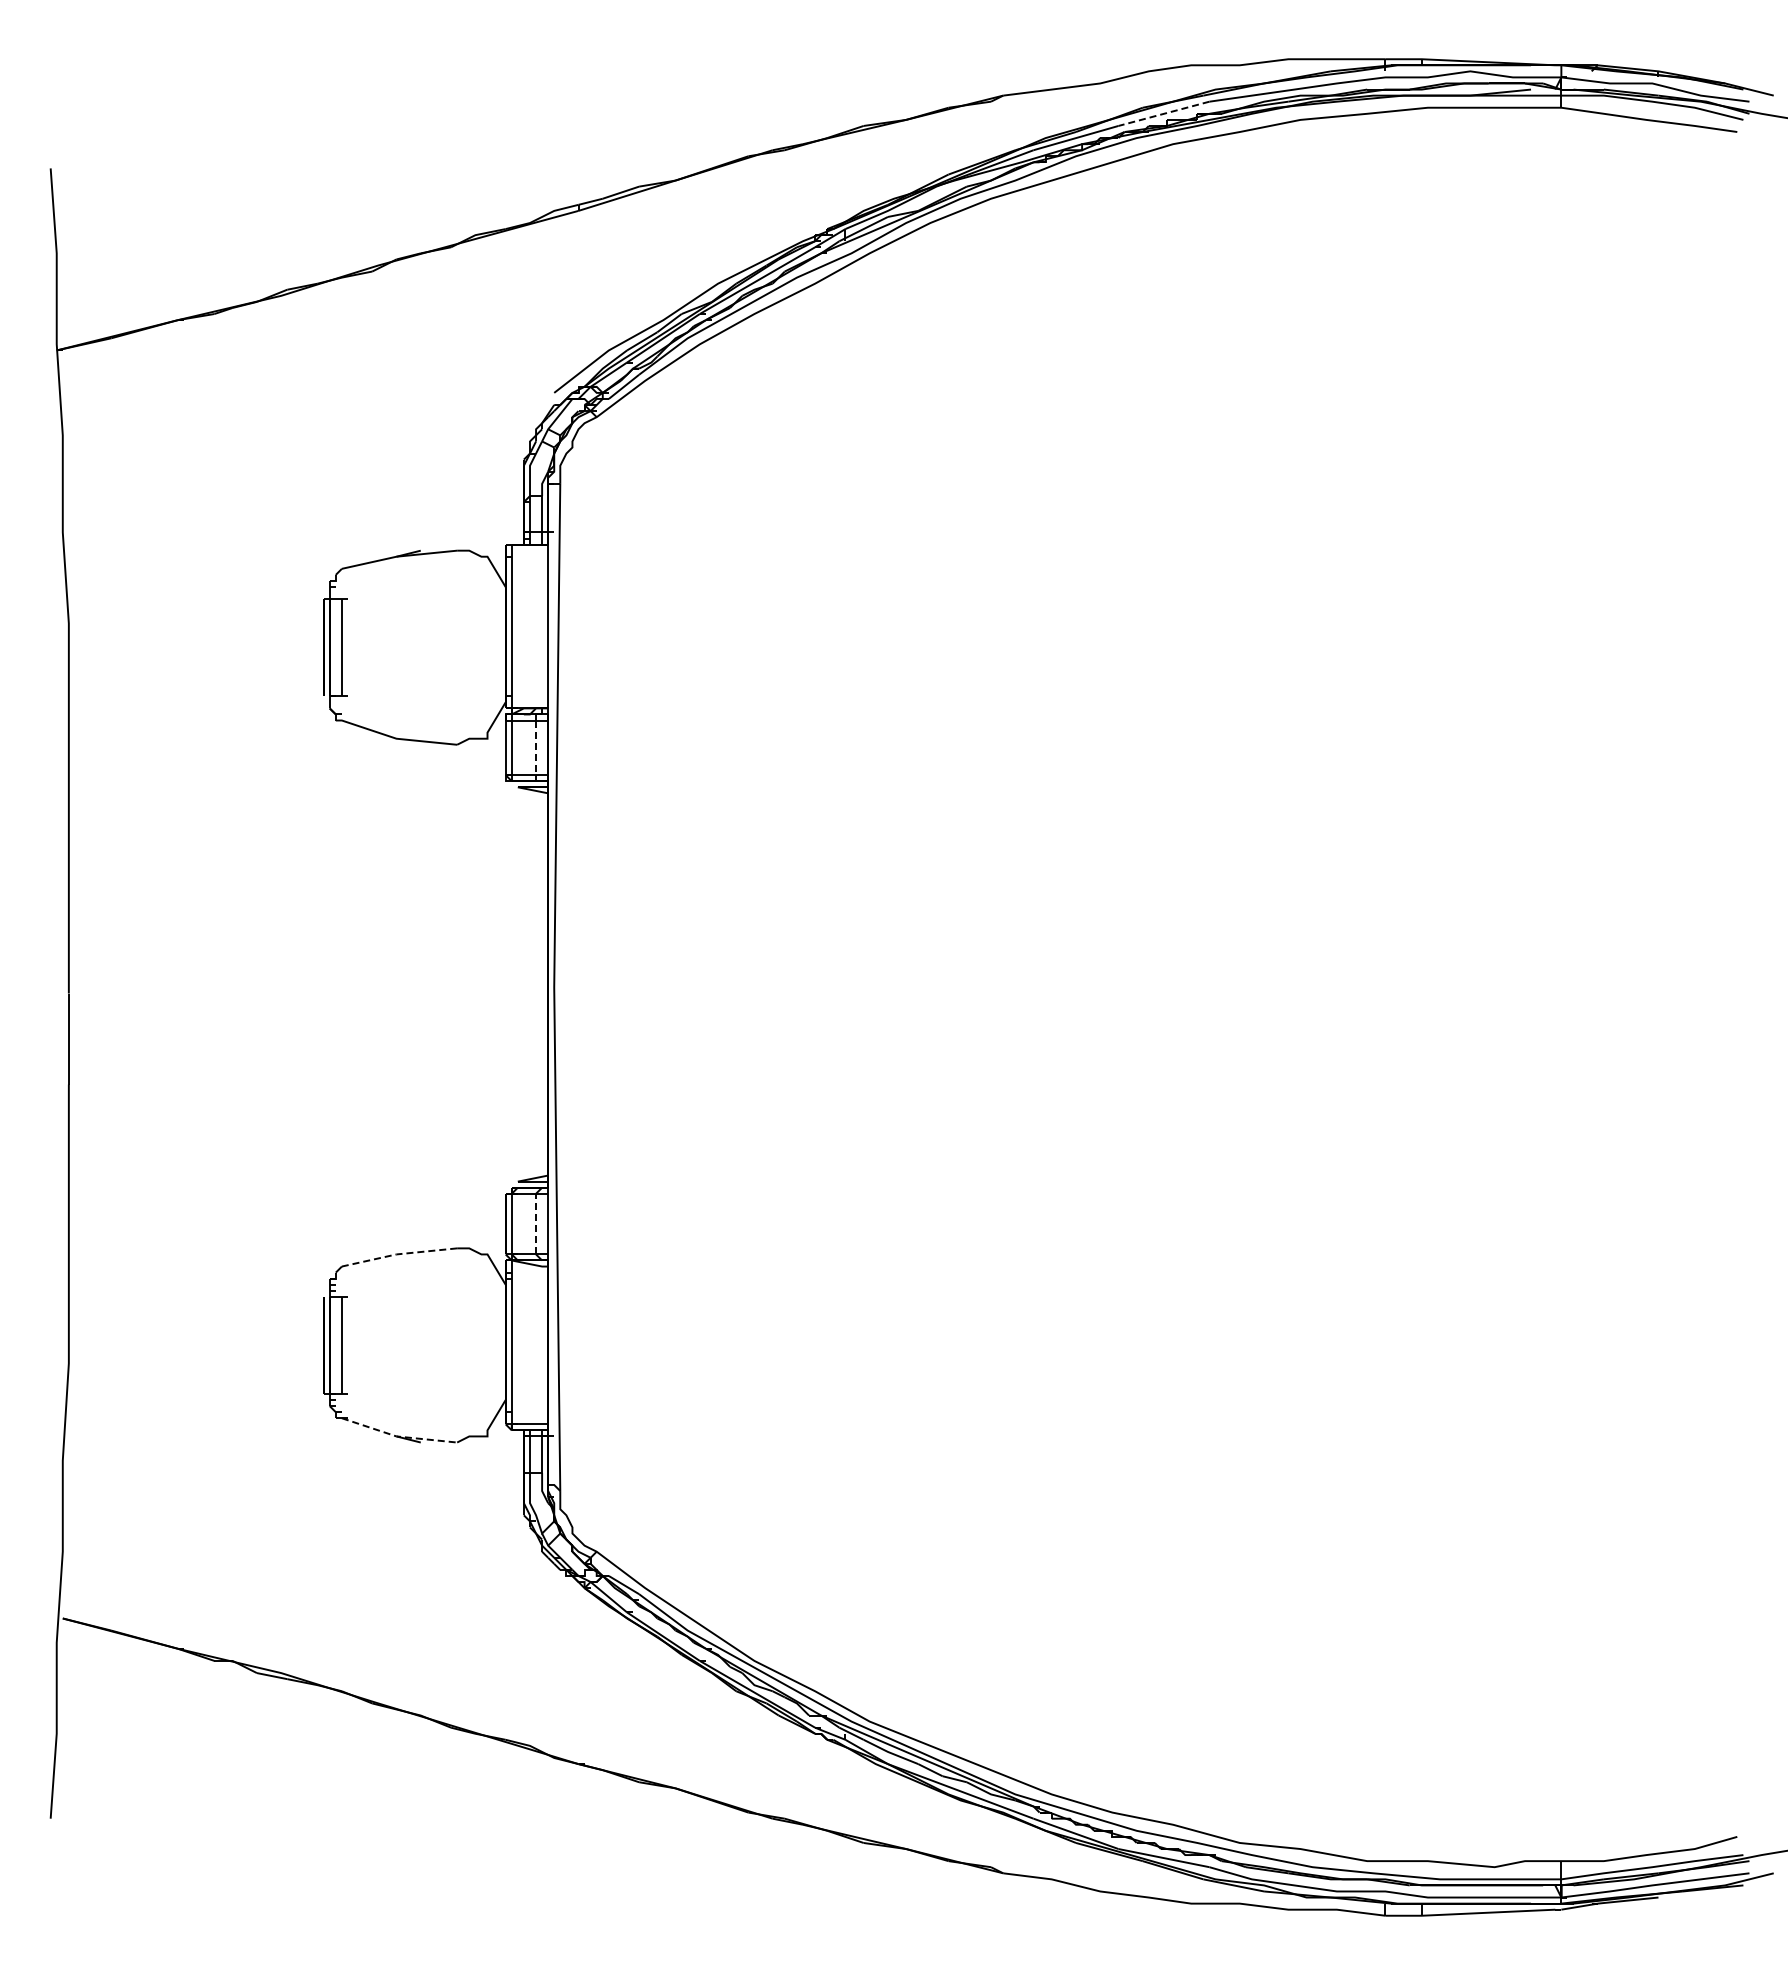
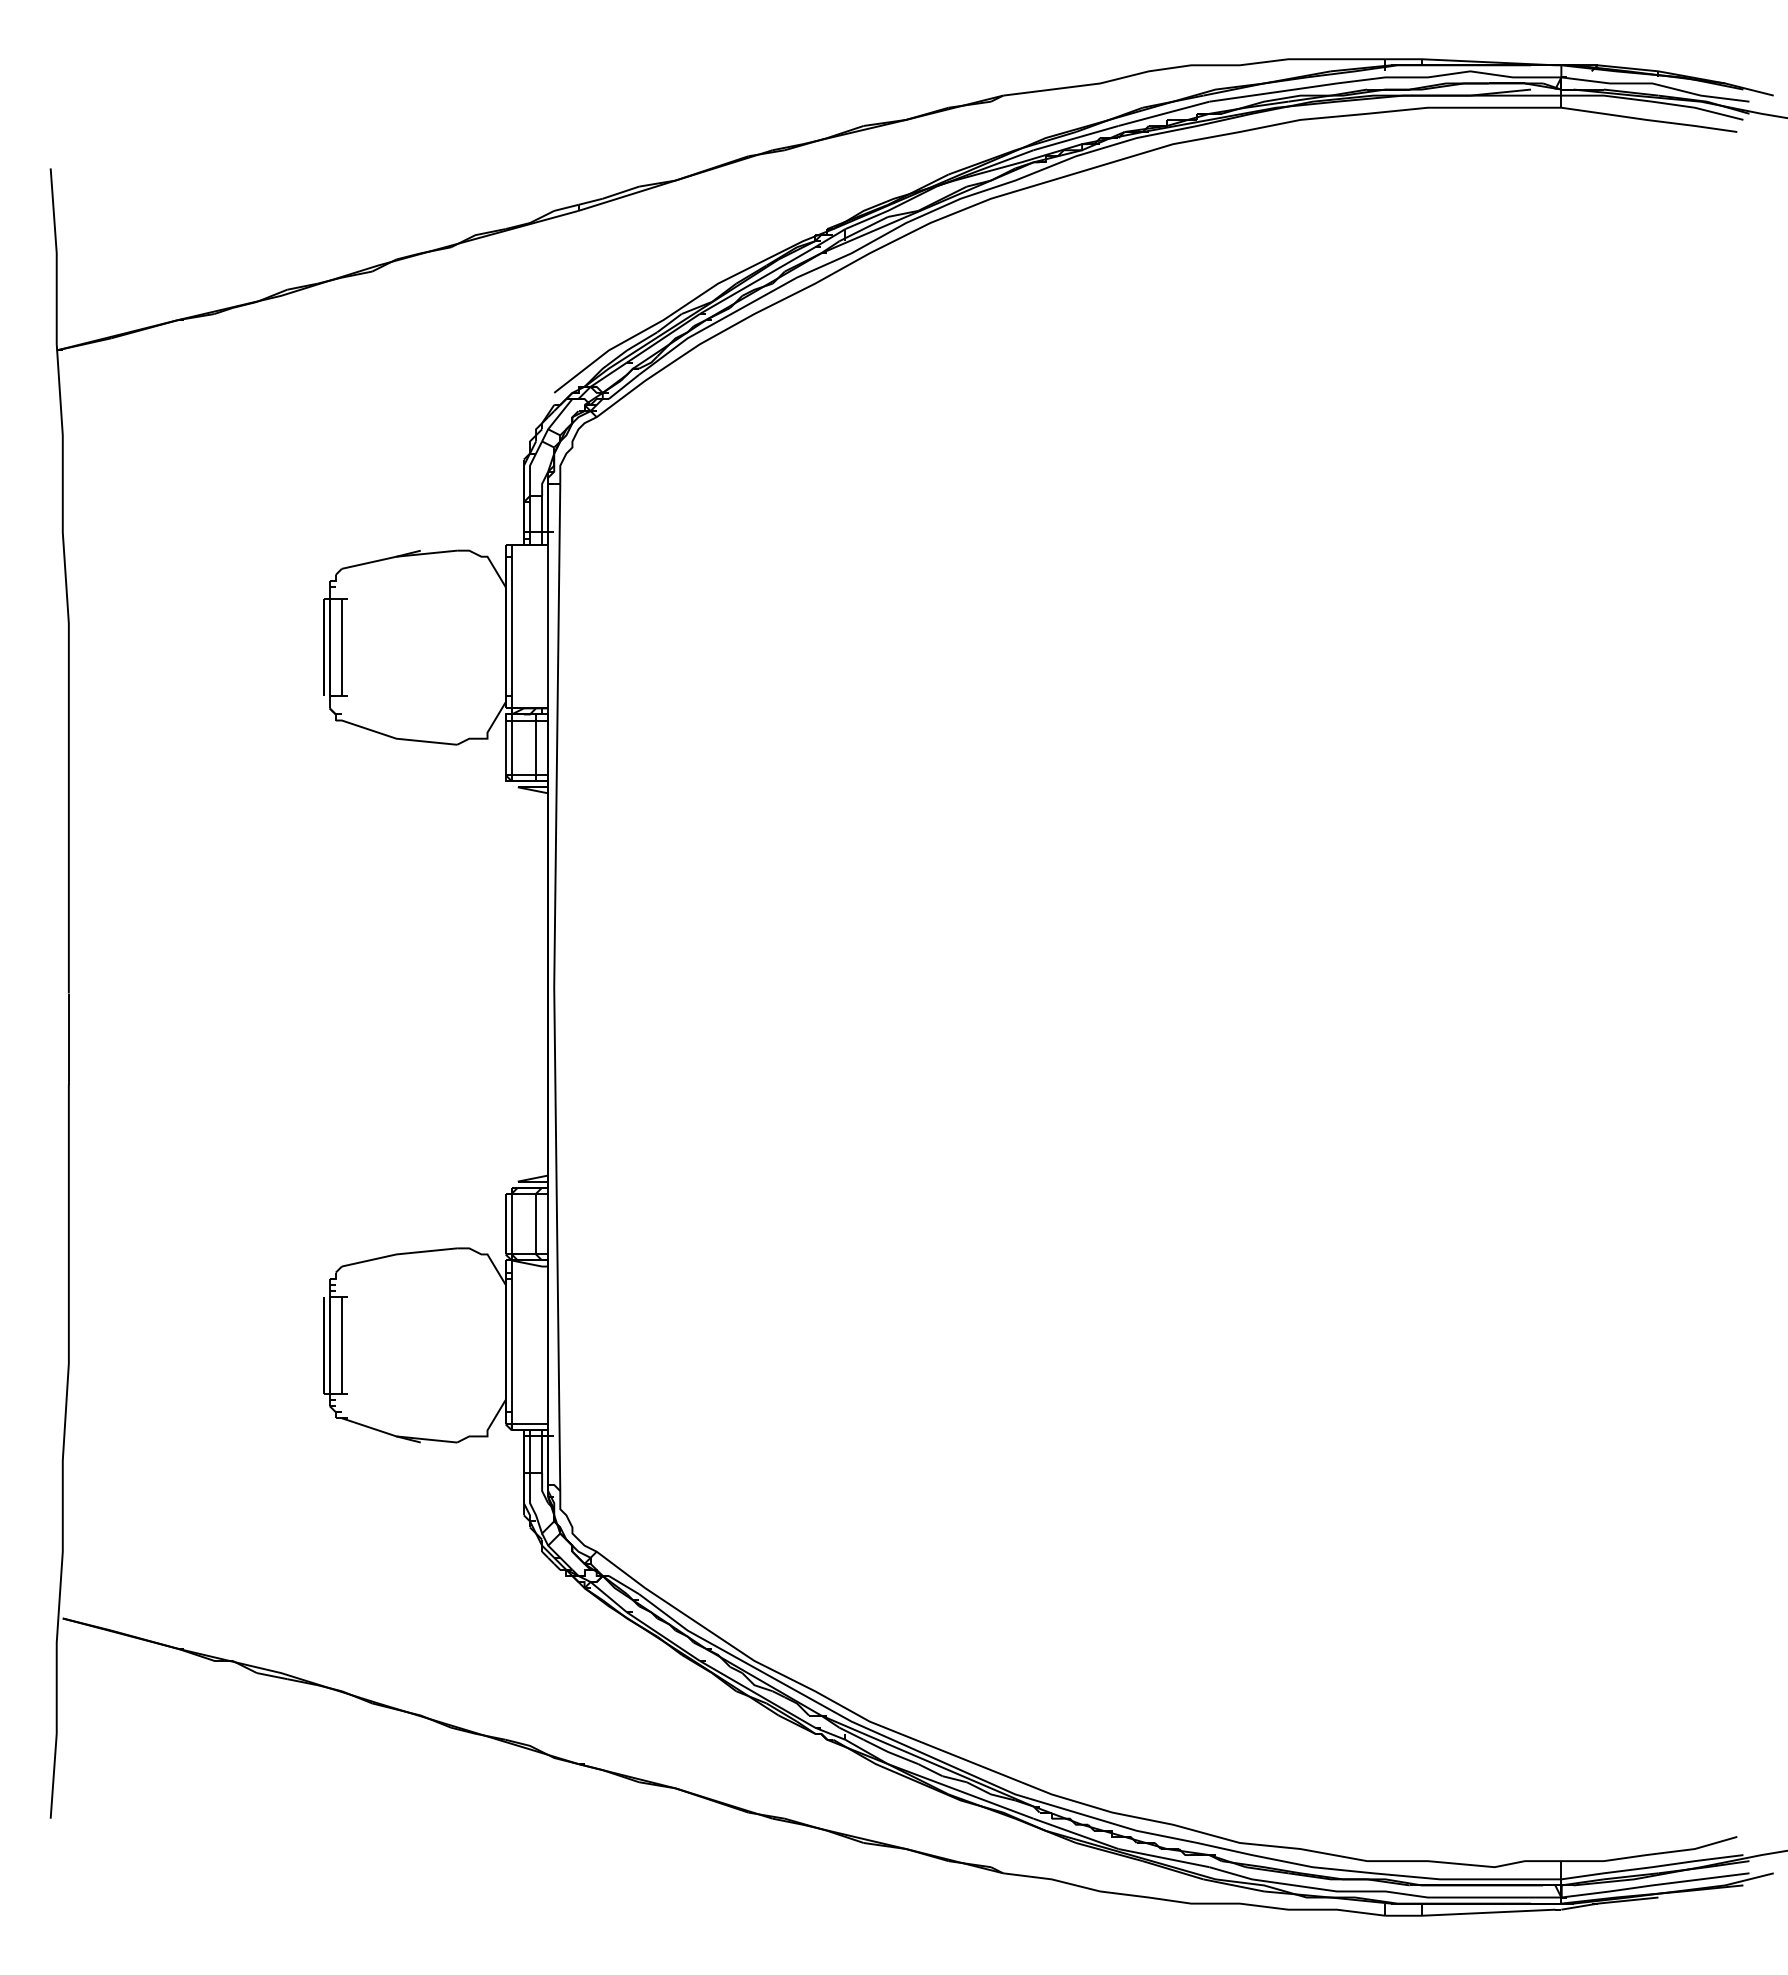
line at (1163, 113): dashed -> solid
line at (536, 748): dashed -> solid
line at (536, 1223): dashed -> solid
line at (398, 1254): dashed -> solid
line at (397, 1436): dashed -> solid
